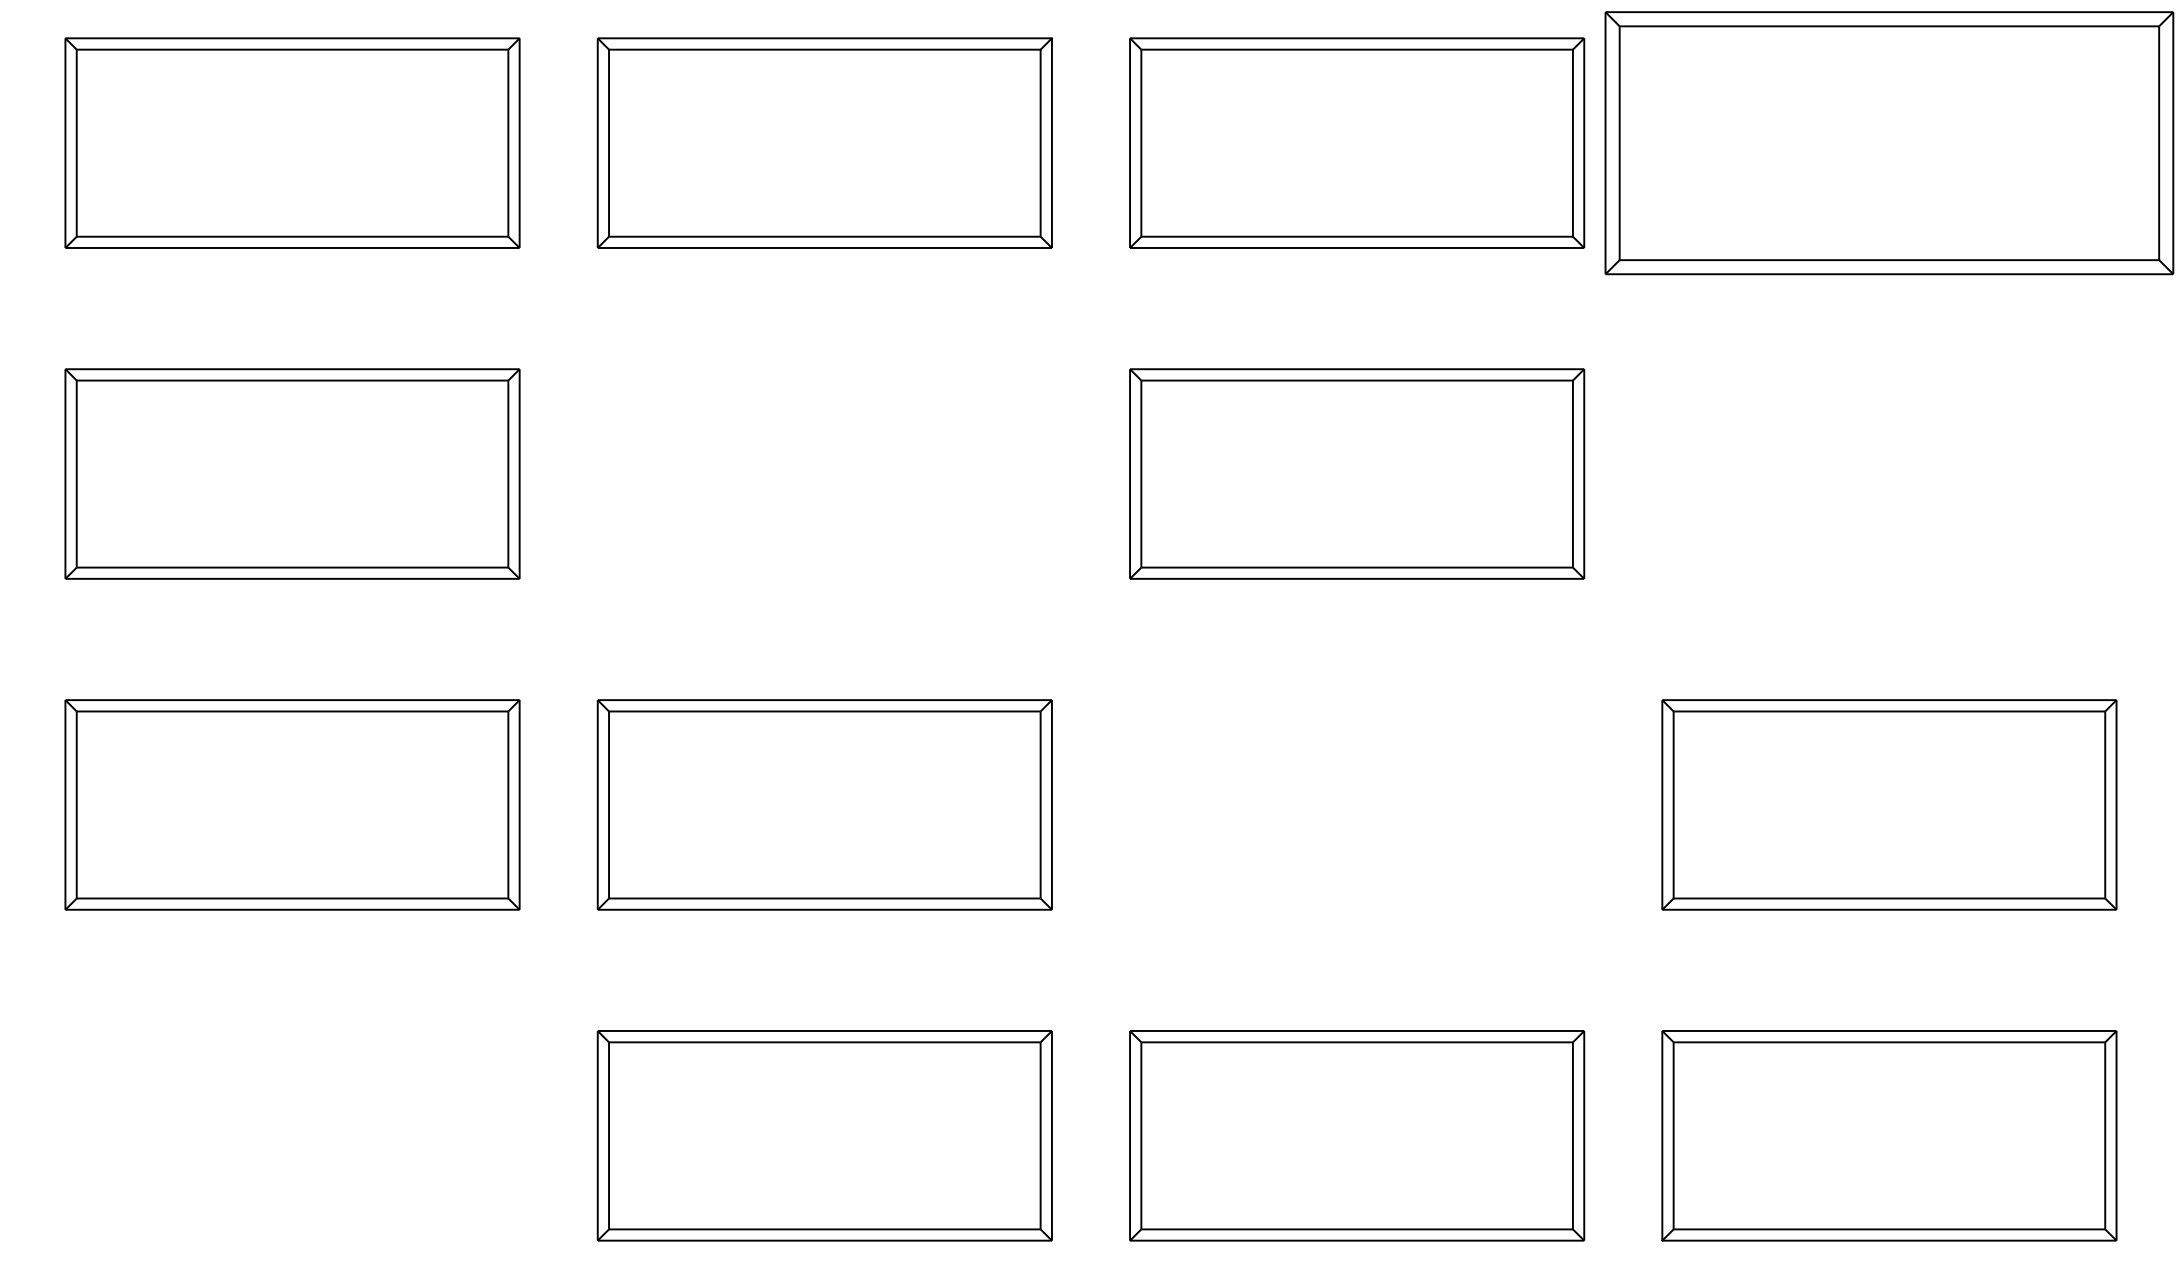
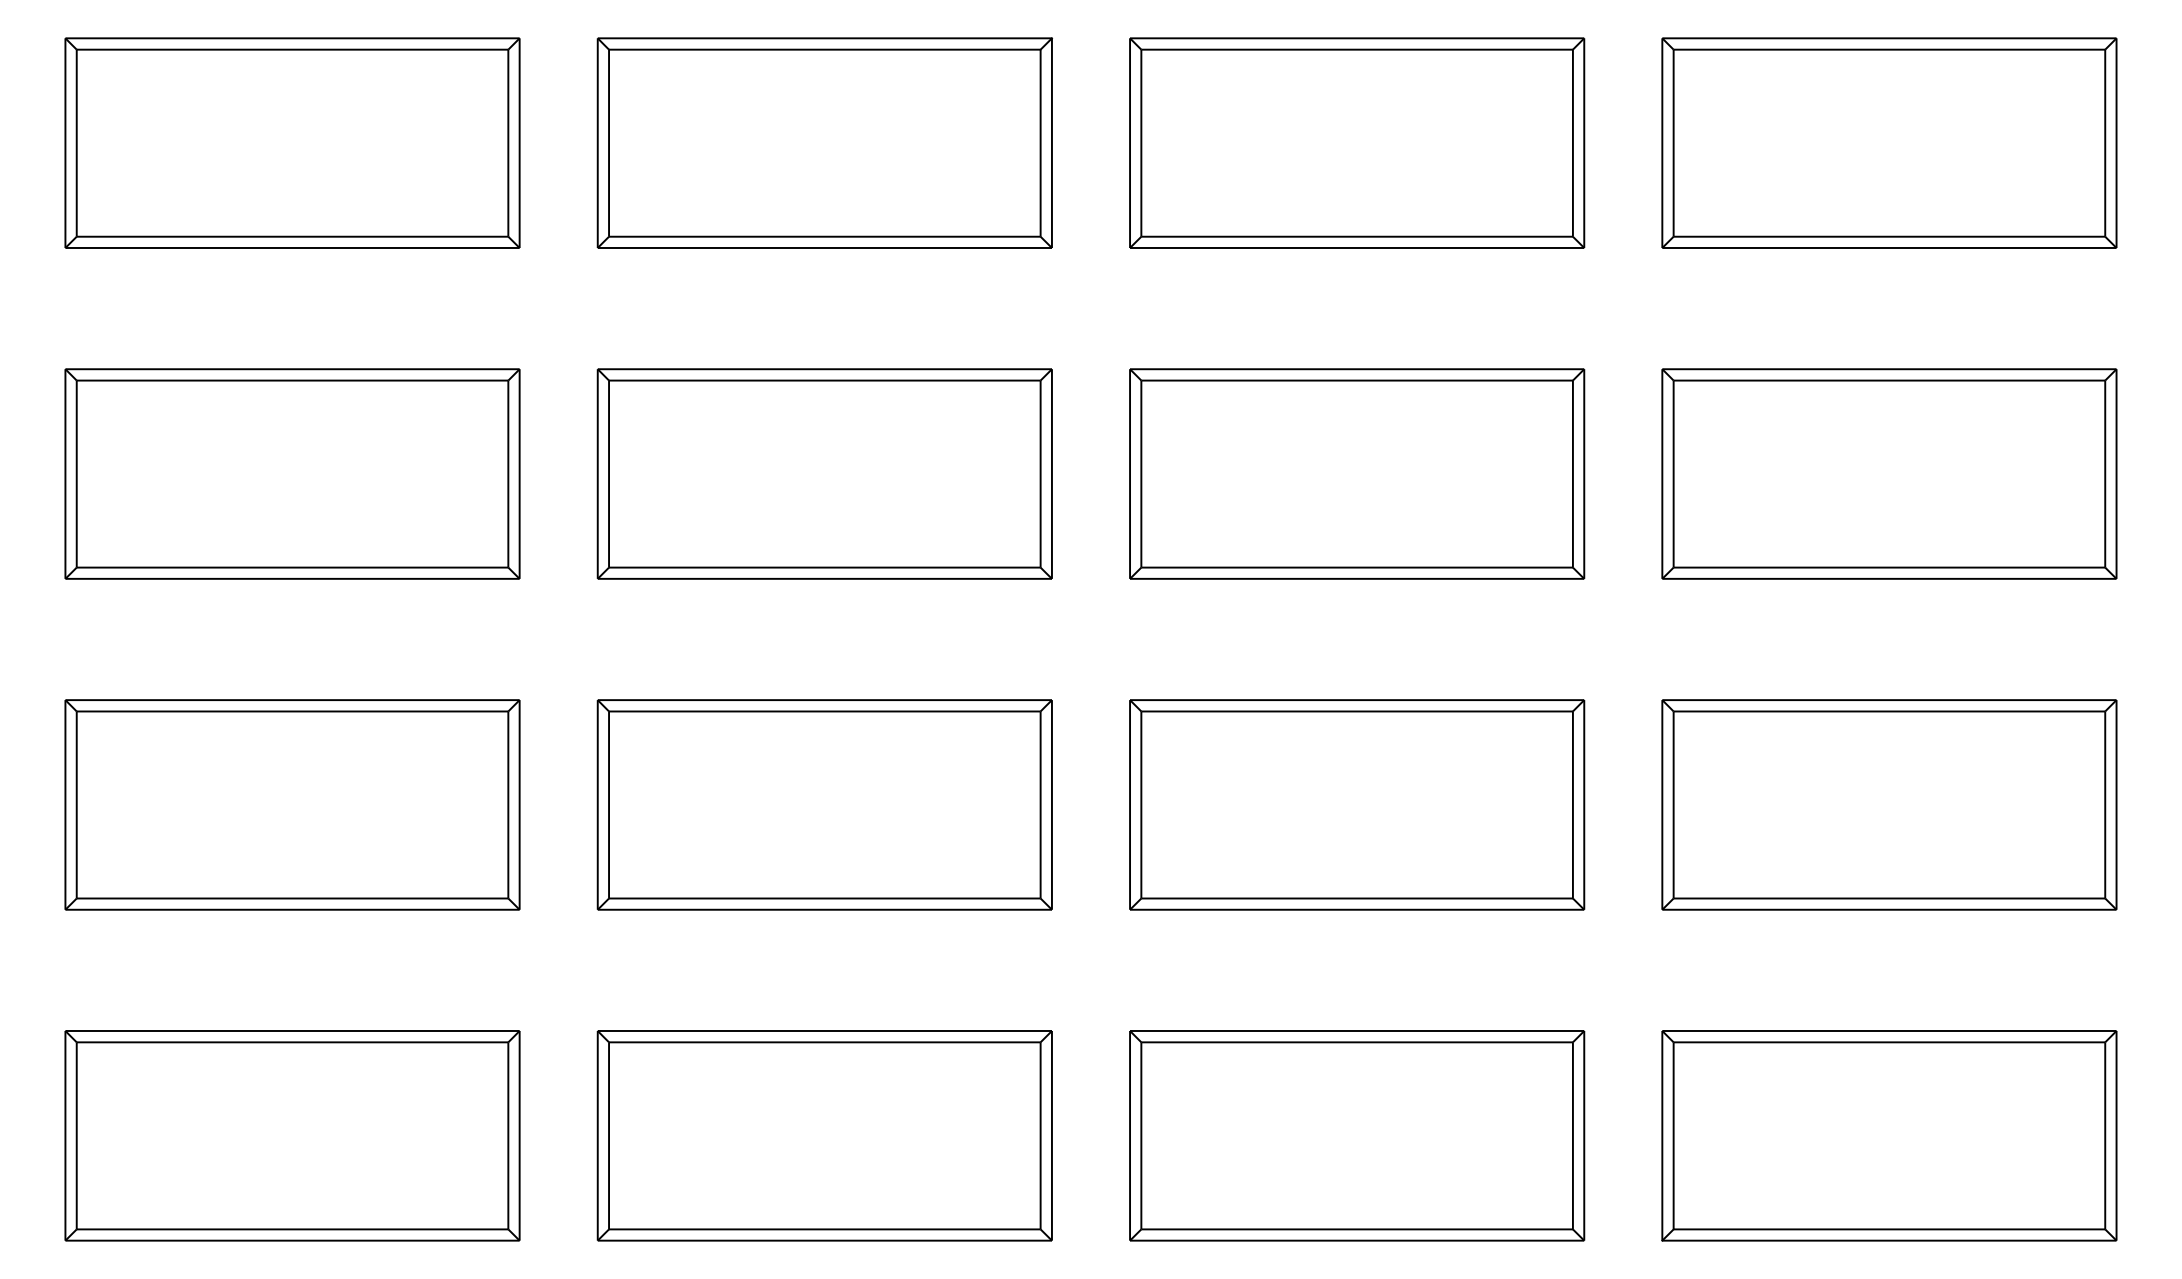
part at (1889, 143) size: 571x265 px -> 457x212 px
part at (824, 473): none -> present
part at (1889, 473): none -> present
part at (1357, 804): none -> present
part at (292, 1135): none -> present
